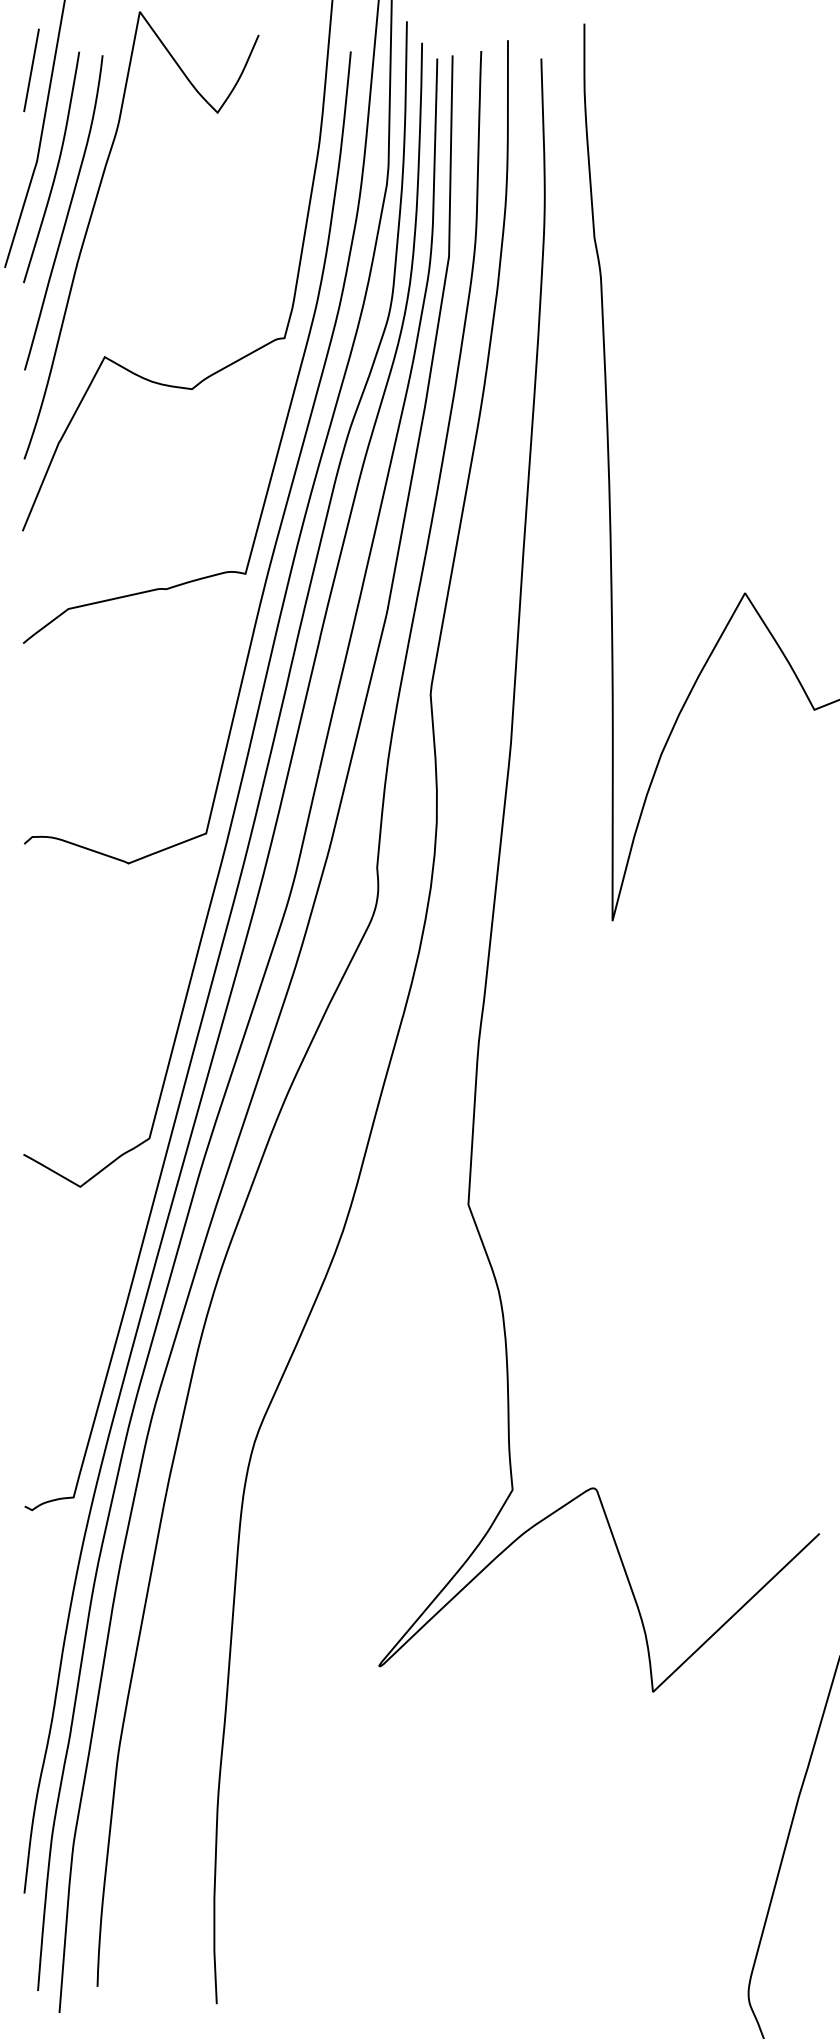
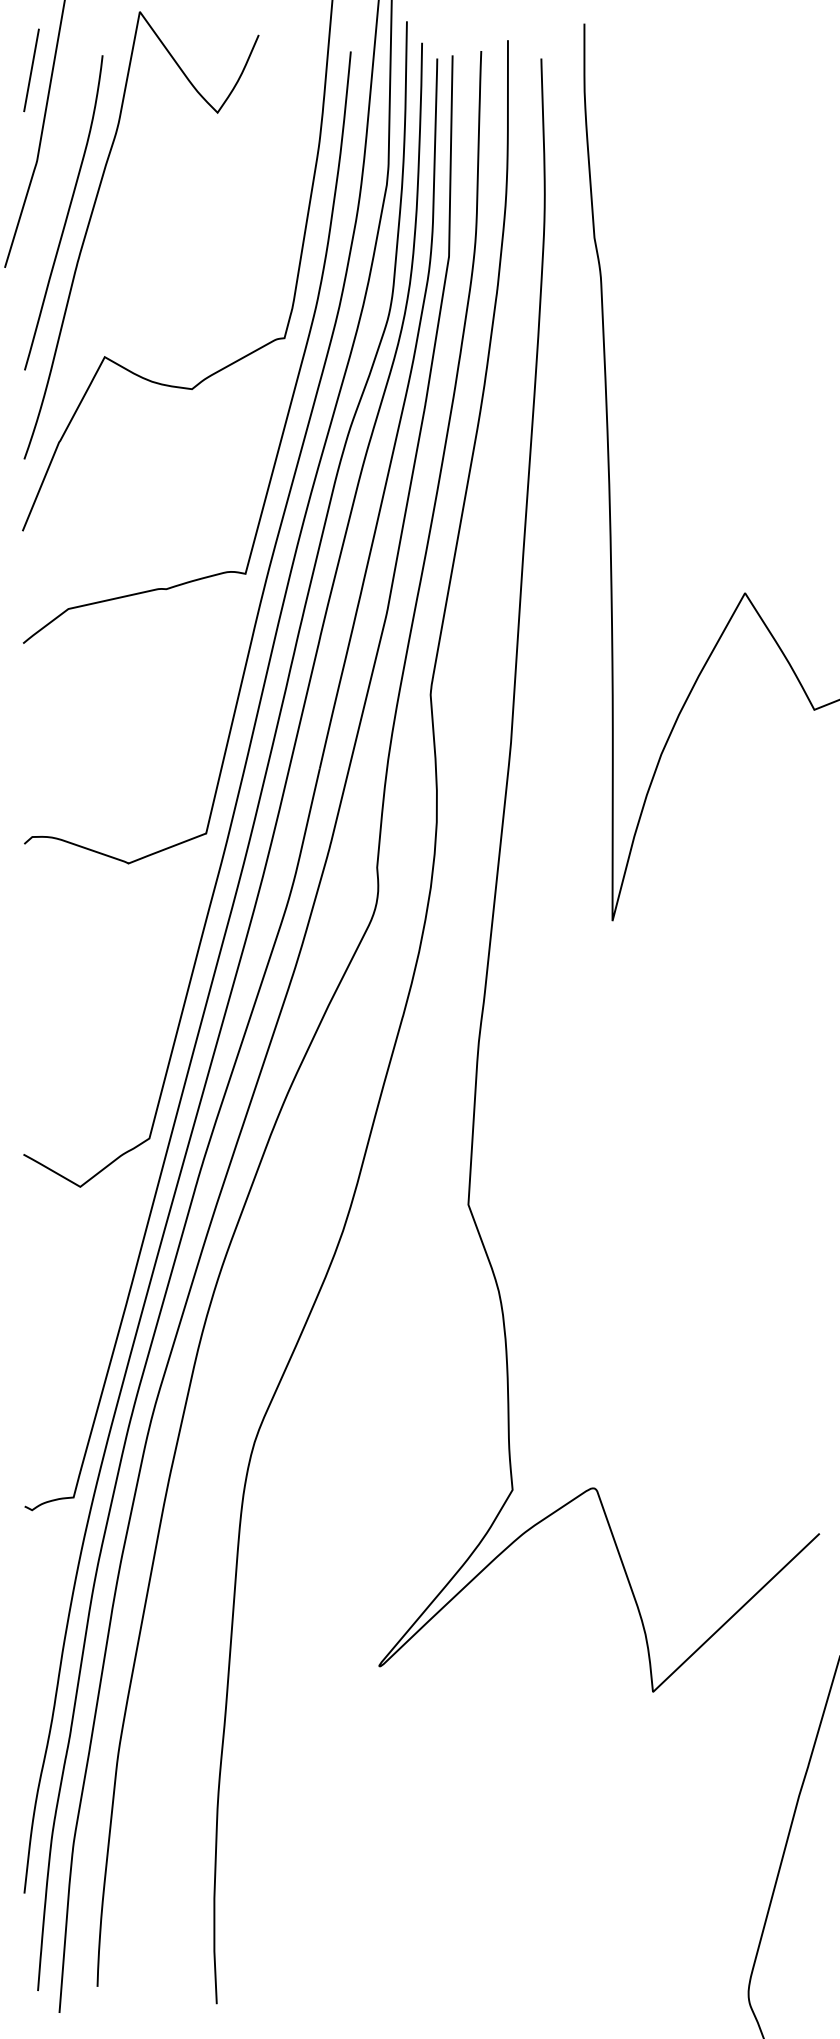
curve at (56, 167): present -> none
